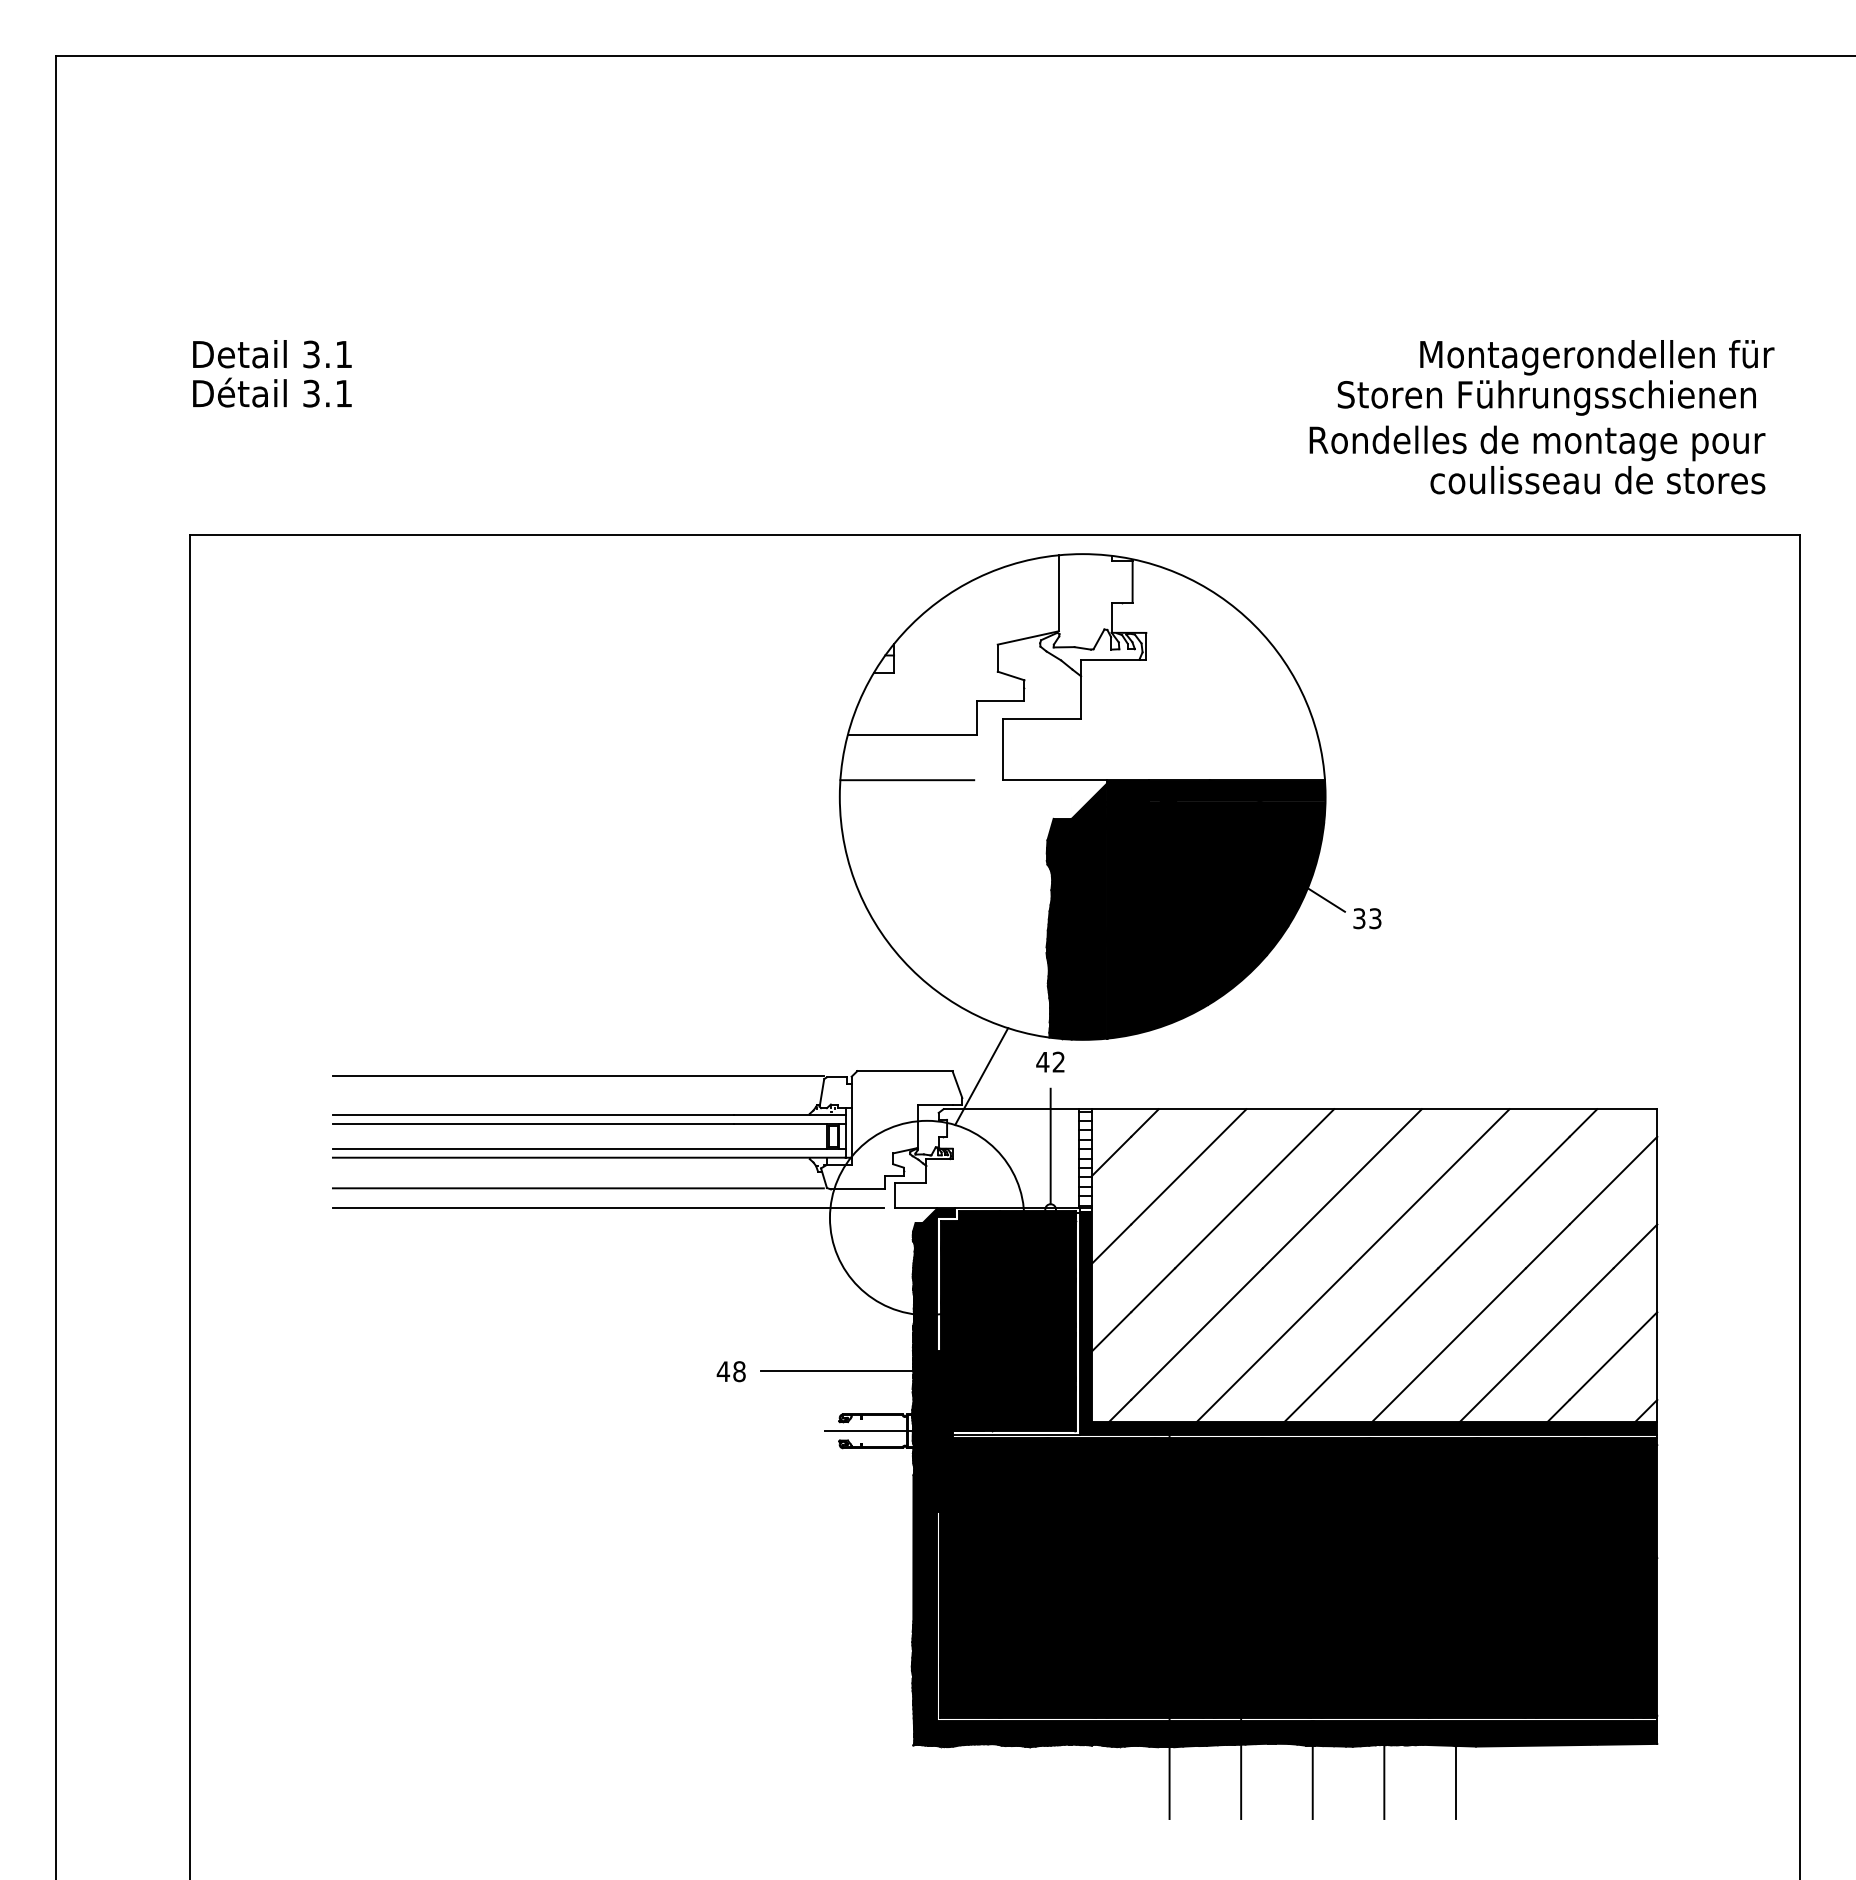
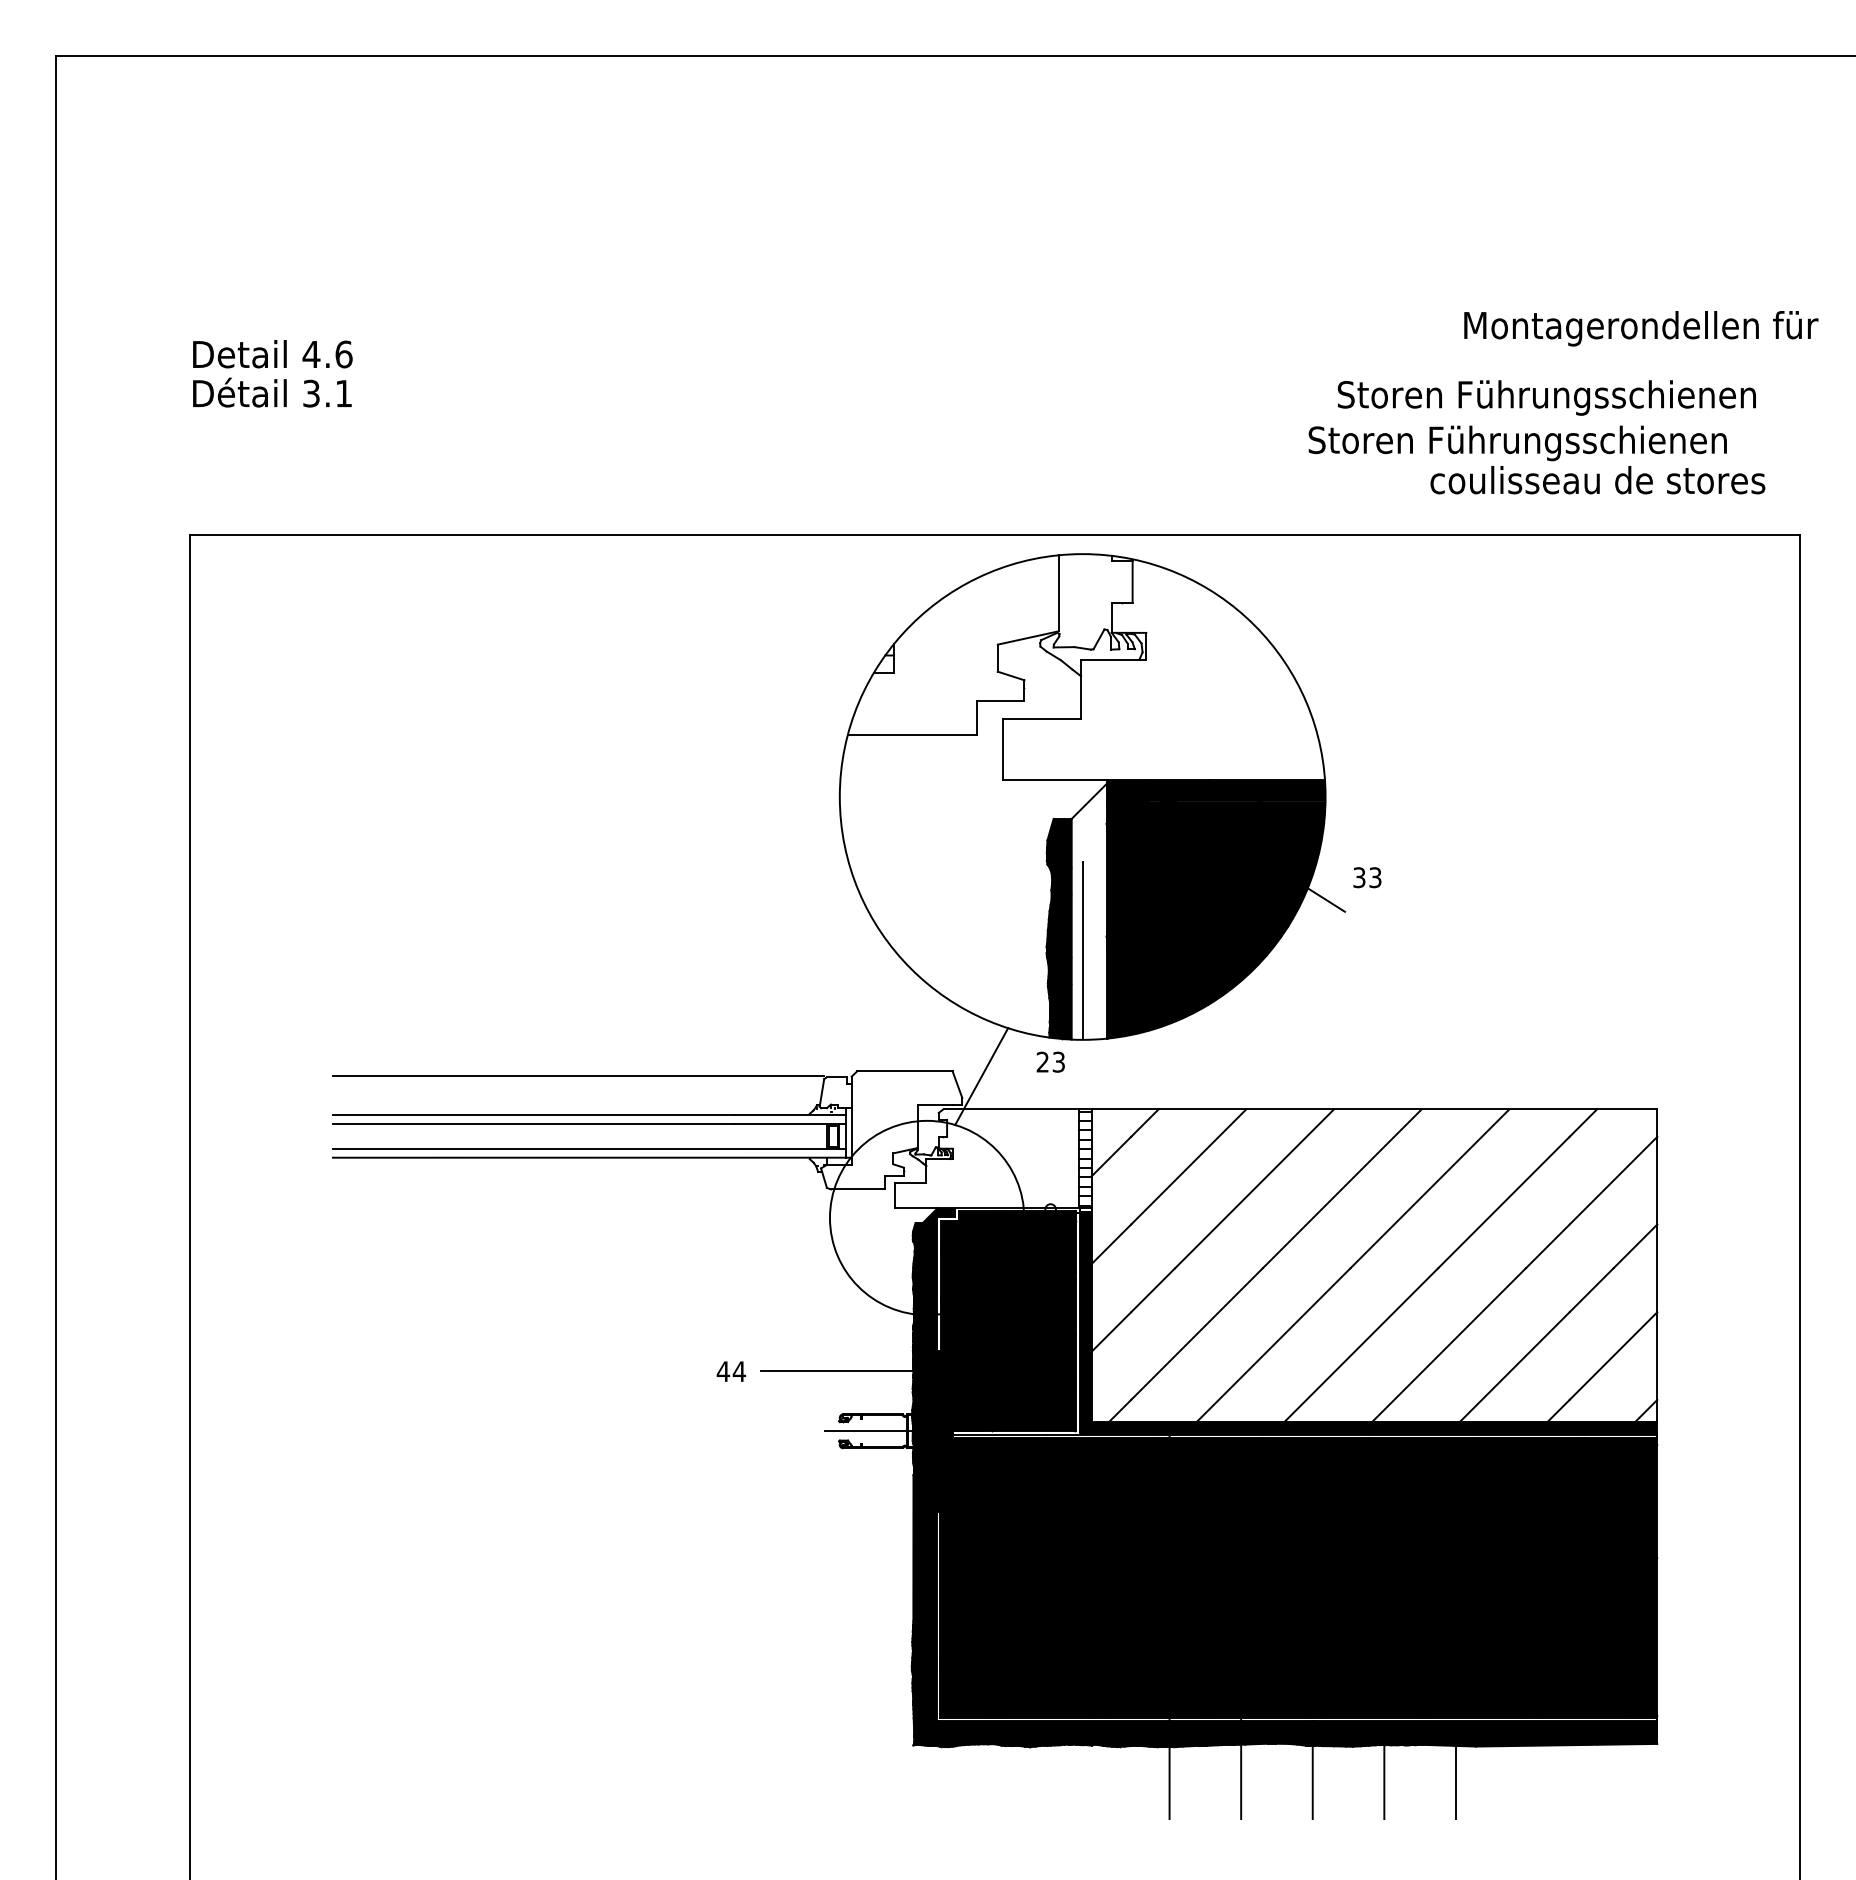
text at (327, 354): 3.1 -> 4.6
text at (1597, 357) position: (1597, 357) -> (1641, 328)
text at (1536, 443): Rondelles de montage pour -> Storen Führungsschienen
line at (907, 780): present -> none
fill at (1088, 911): present -> none
text at (1367, 918) position: (1367, 918) -> (1367, 877)
text at (1050, 1061): 42 -> 23
line at (1050, 1146): present -> none
line at (577, 1188): present -> none
line at (607, 1207): present -> none
text at (739, 1371): 48 -> 44
